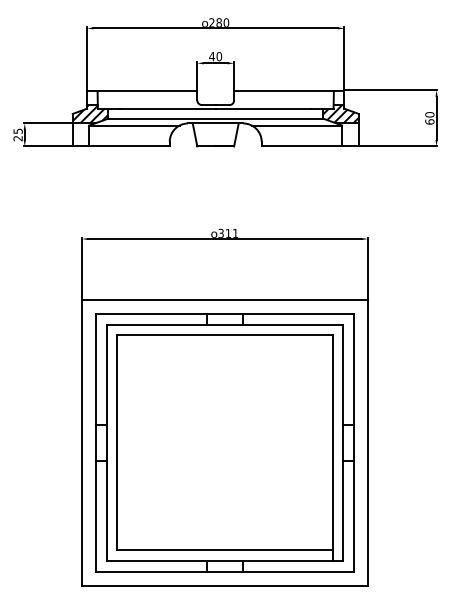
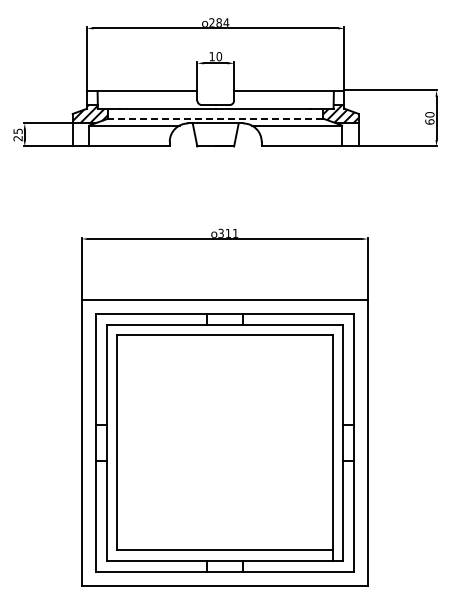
text at (226, 22): 280 -> 284
text at (212, 56): 40 -> 10
line at (215, 118): solid -> dashed
